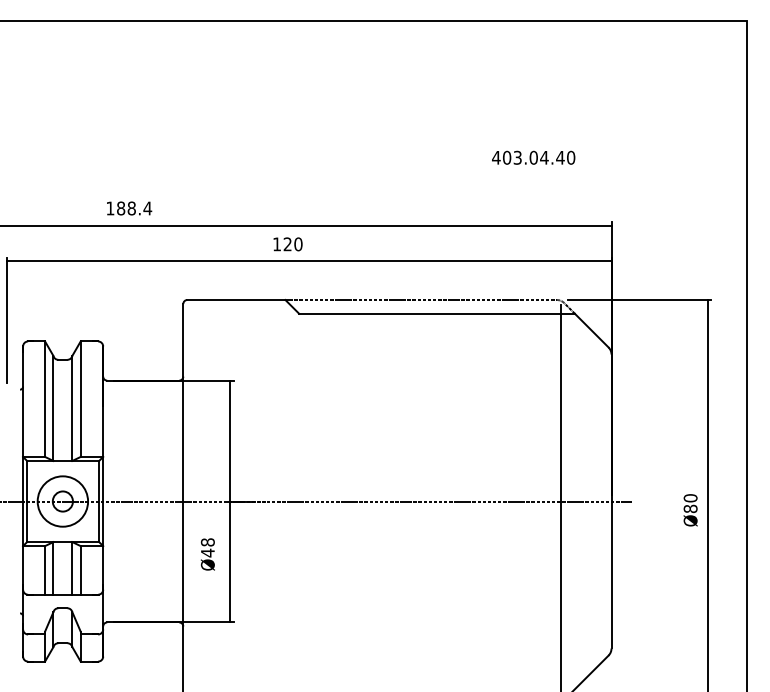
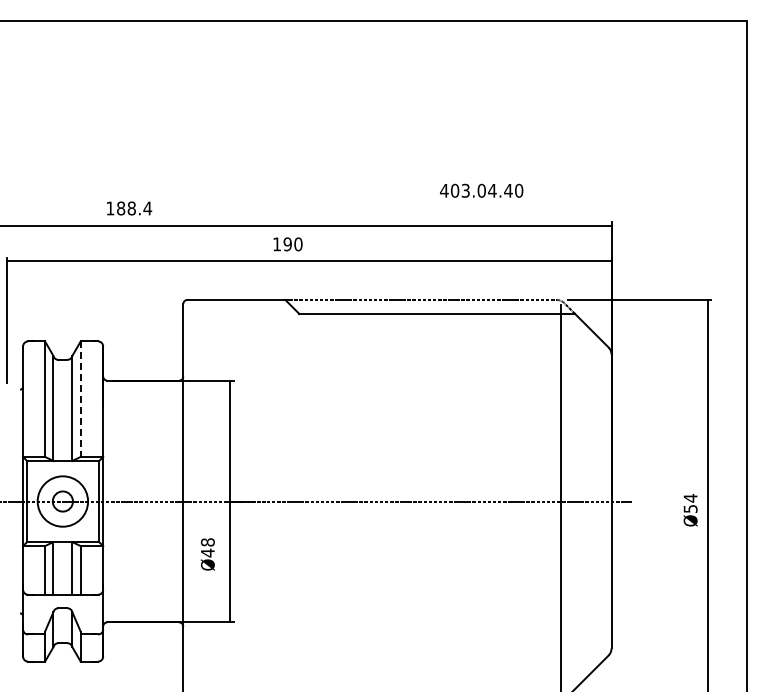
text at (533, 157) position: (533, 157) -> (481, 190)
text at (287, 244): 120 -> 190
line at (80, 399): solid -> dashed
text at (690, 503): Ø80 -> Ø54
